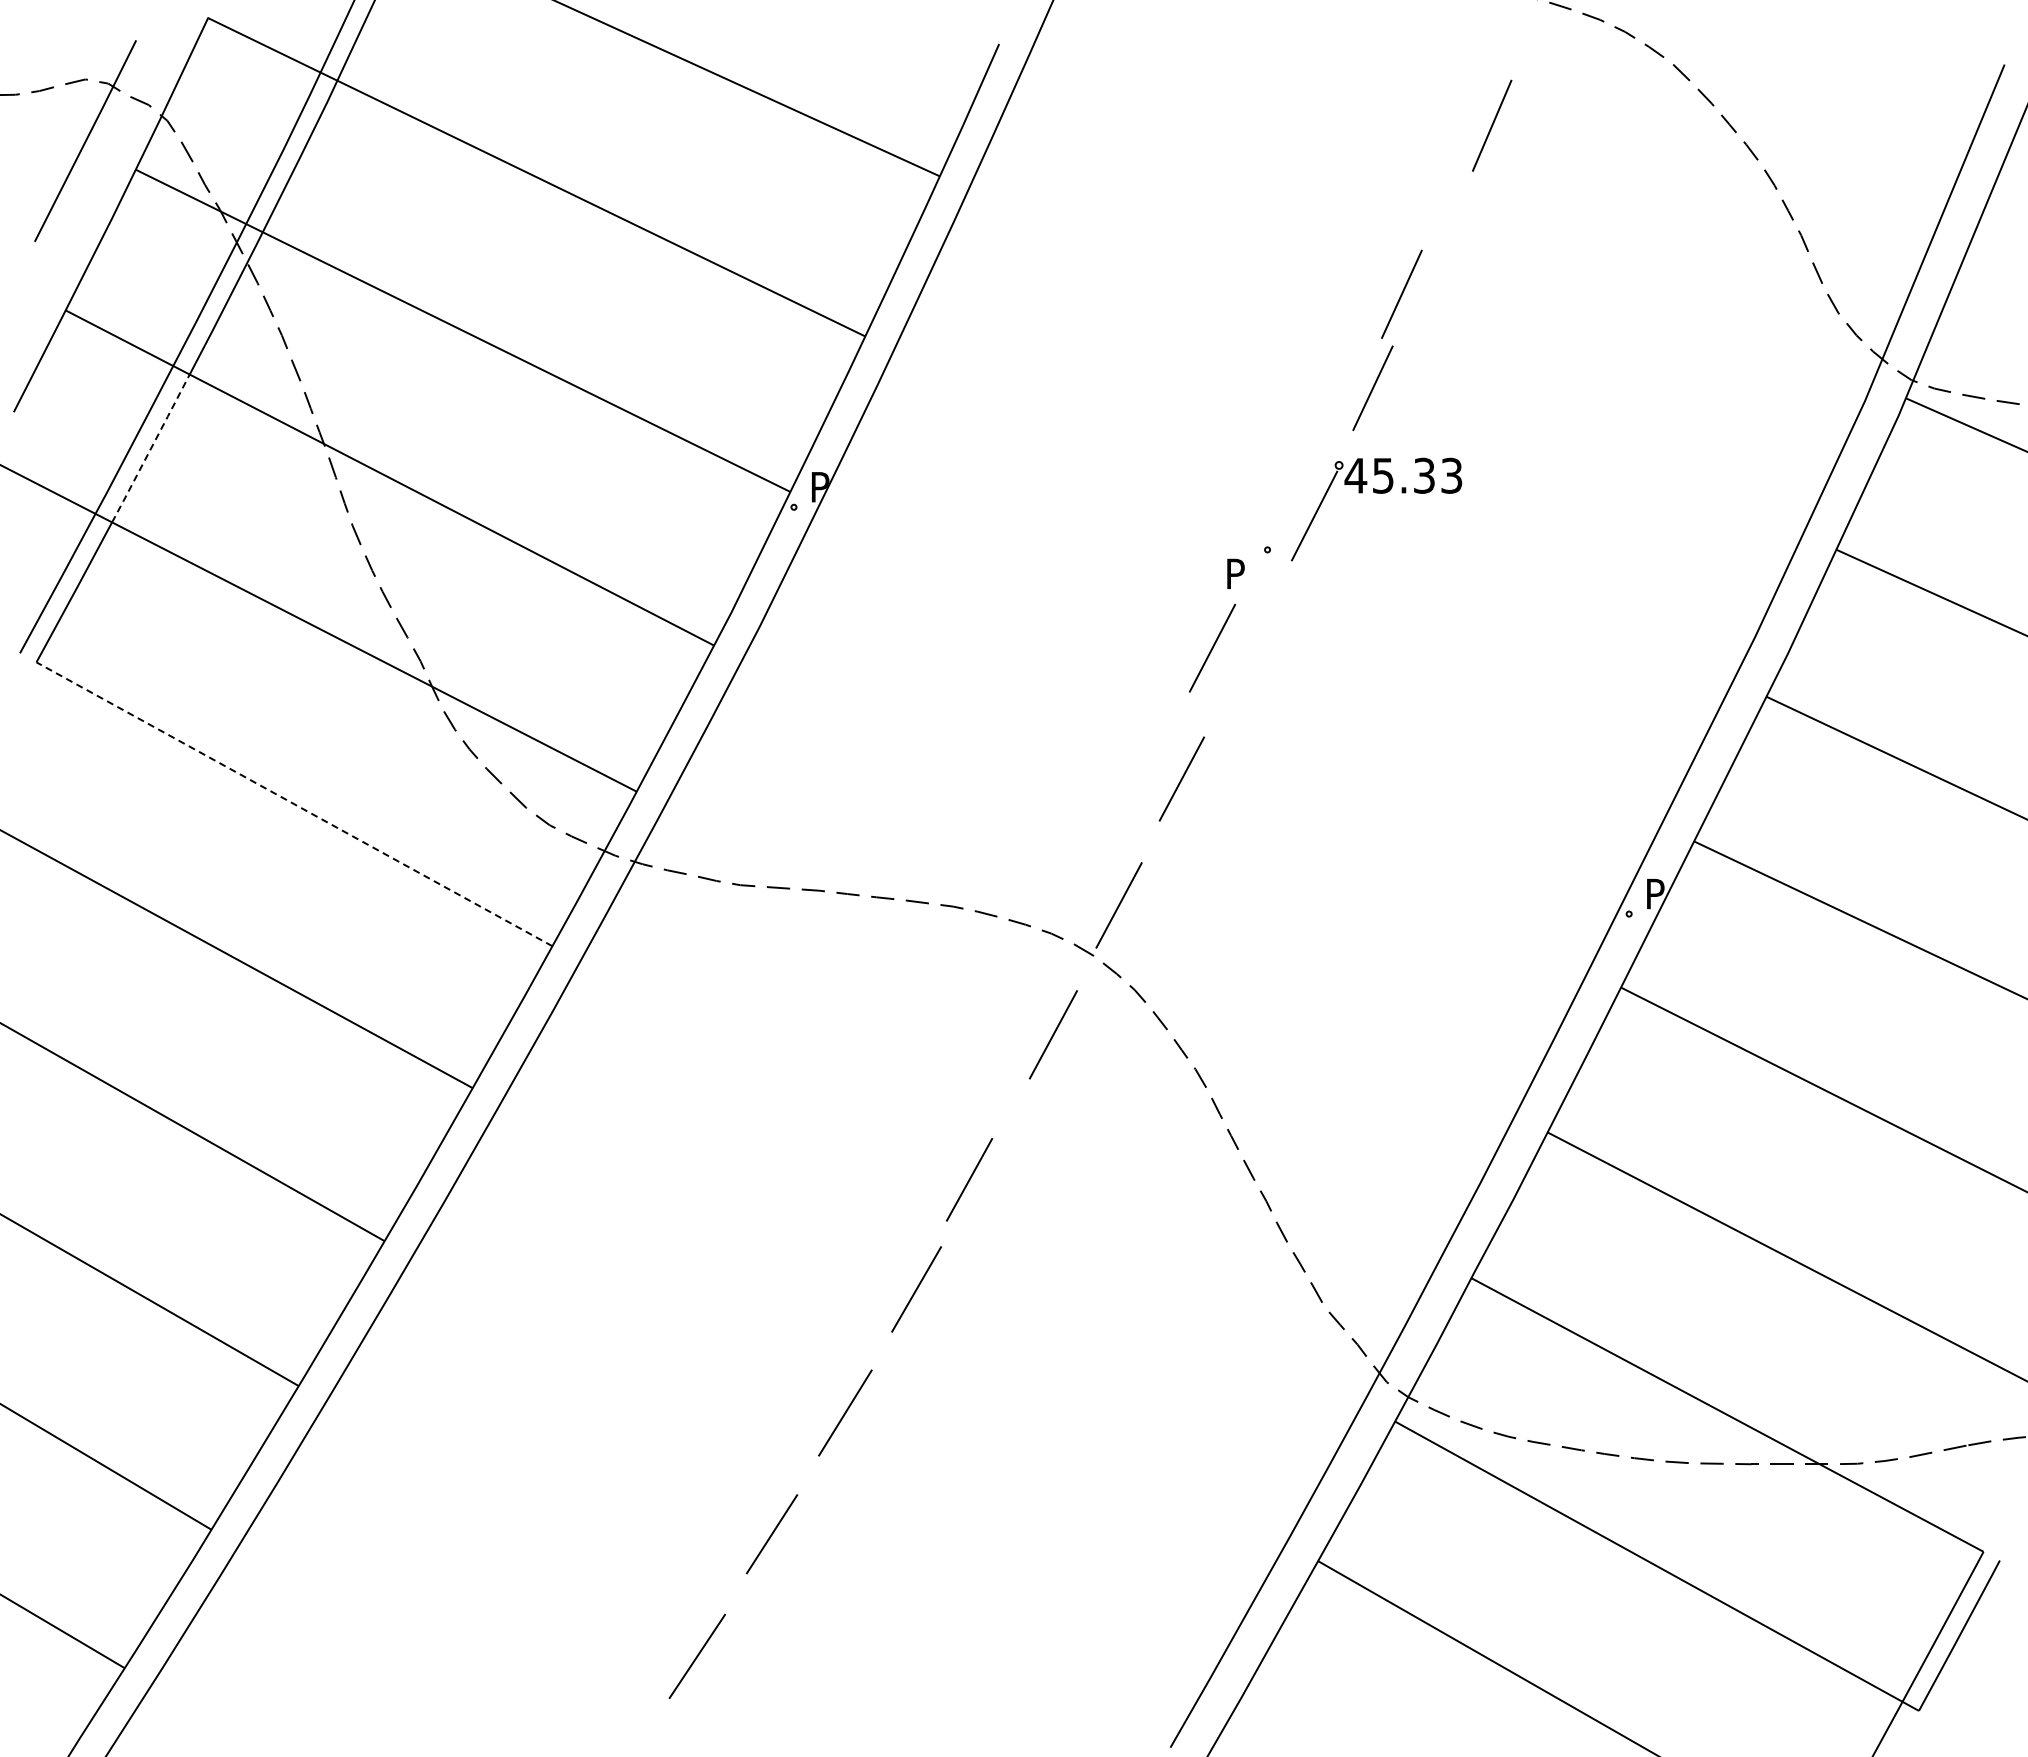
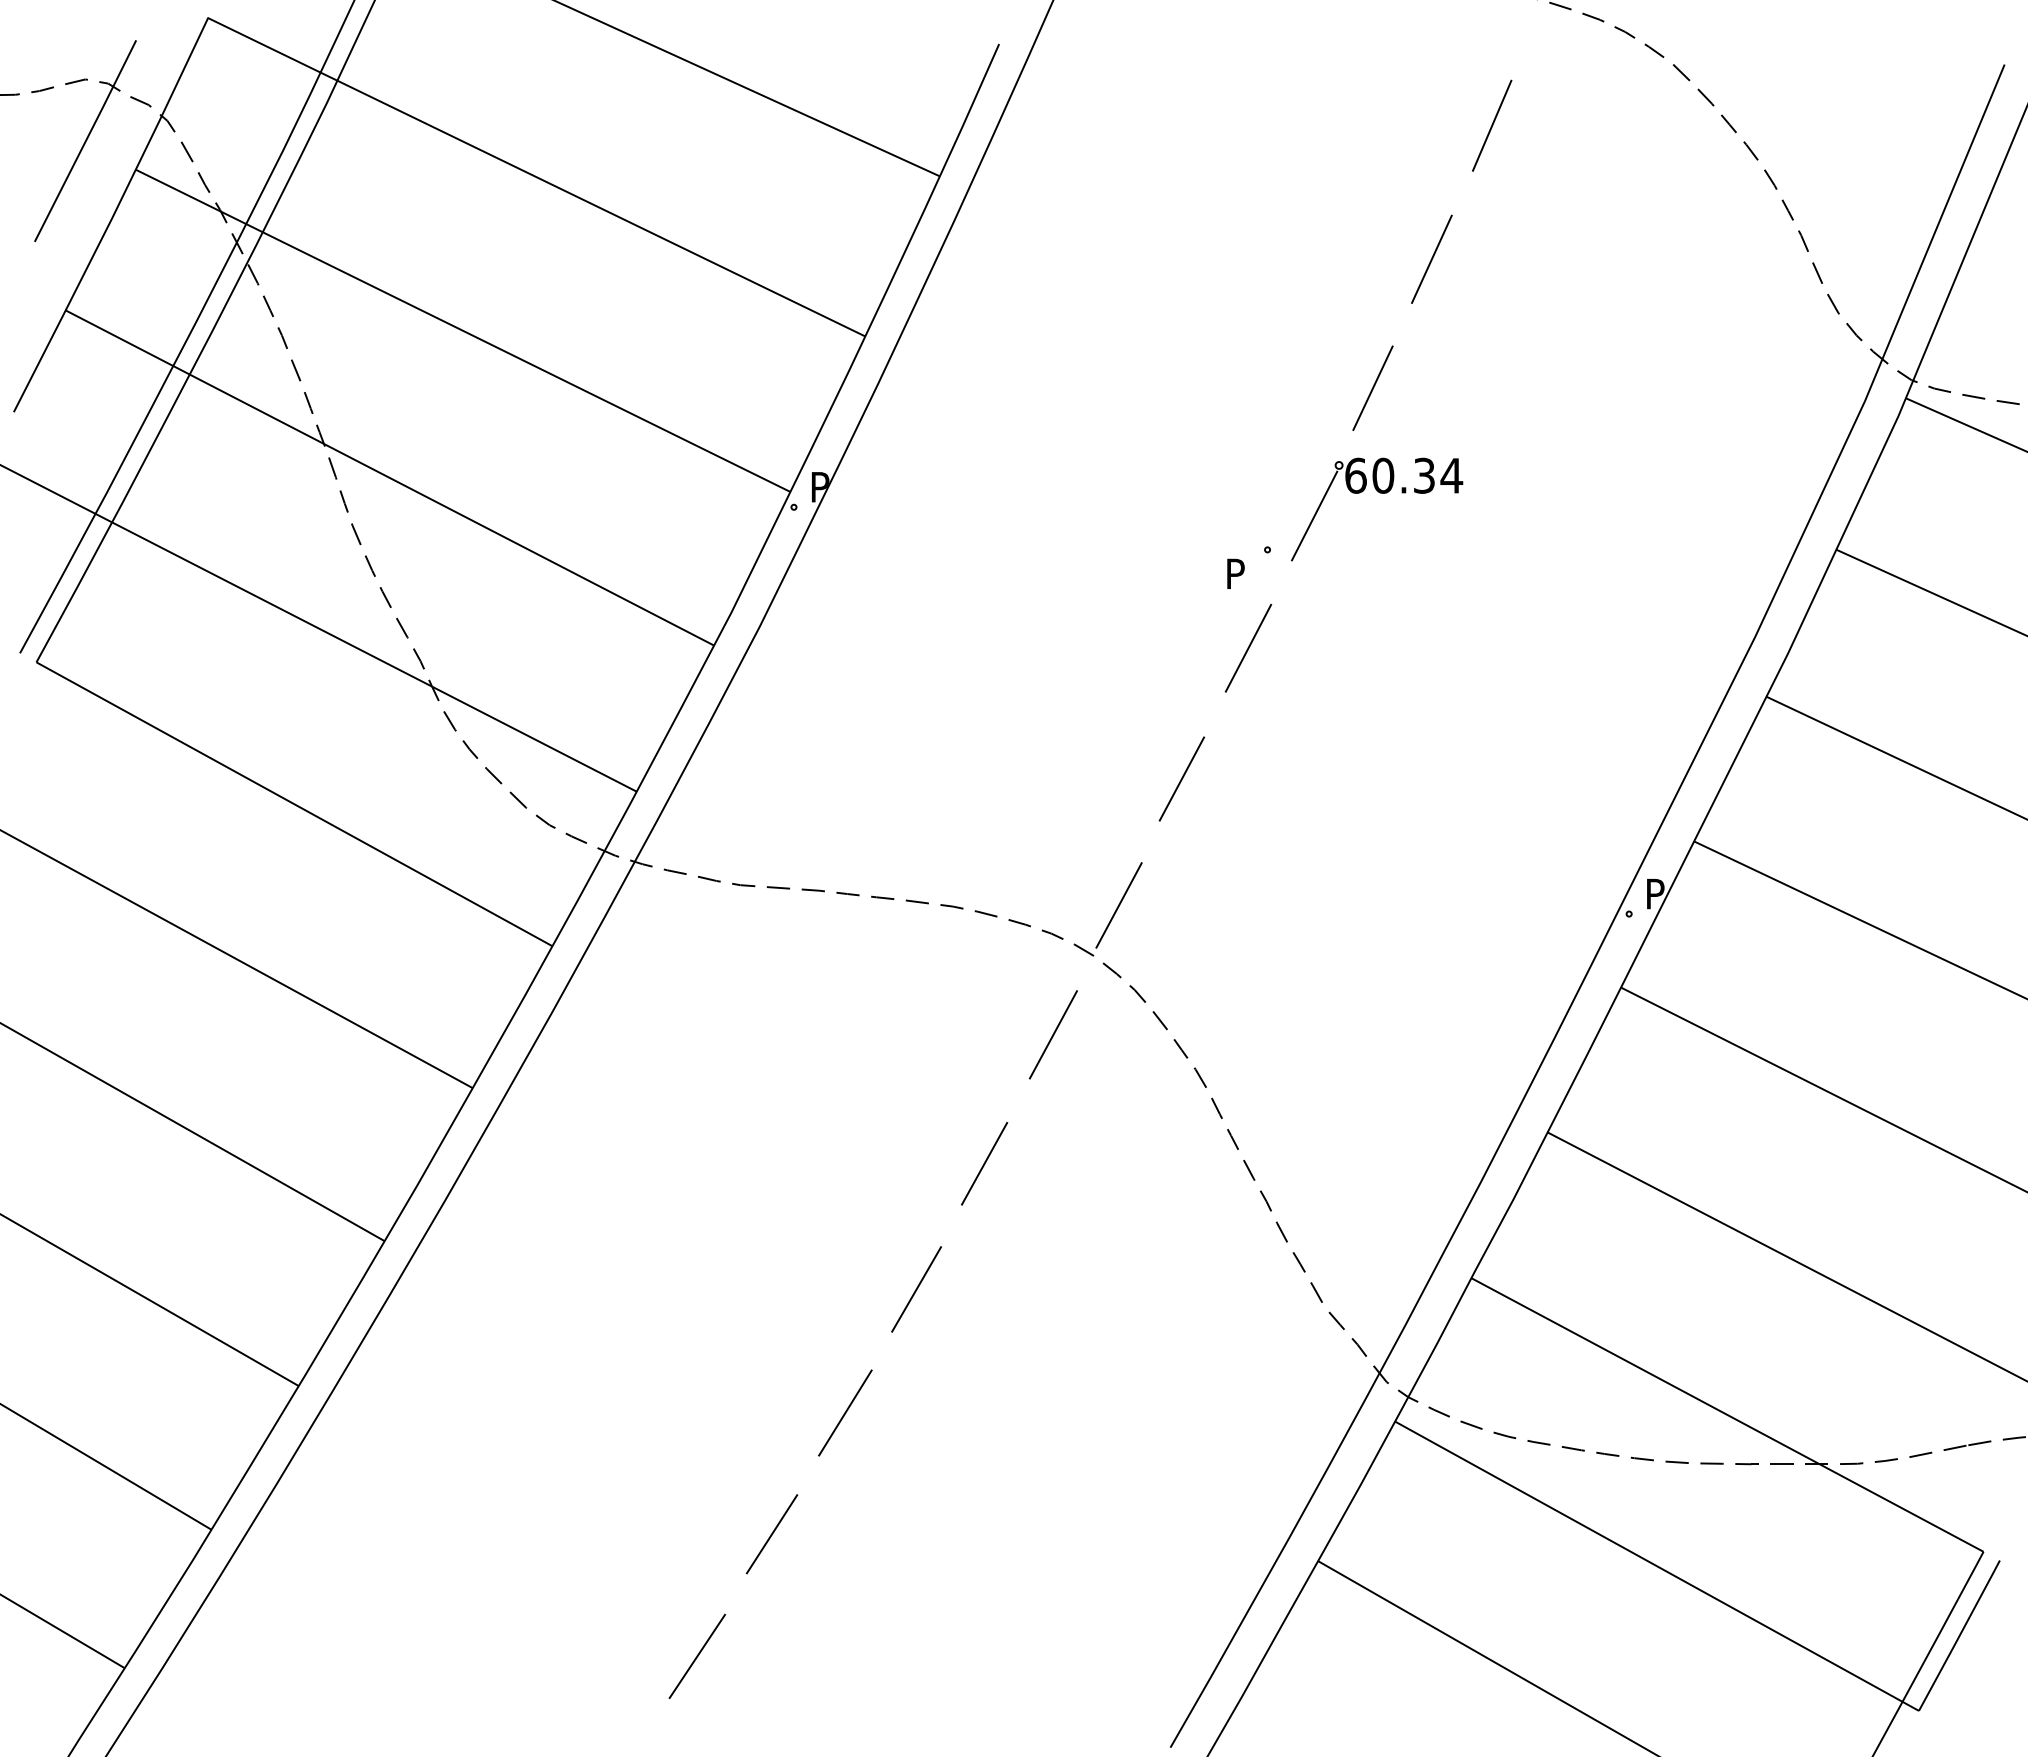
line at (1401, 293) position: (1401, 293) -> (1431, 258)
line at (151, 448): dashed -> solid
text at (1403, 475): 45.33 -> 60.34
line at (1212, 647) position: (1212, 647) -> (1248, 647)
line at (293, 804): dashed -> solid
line at (969, 1179) position: (969, 1179) -> (984, 1163)
